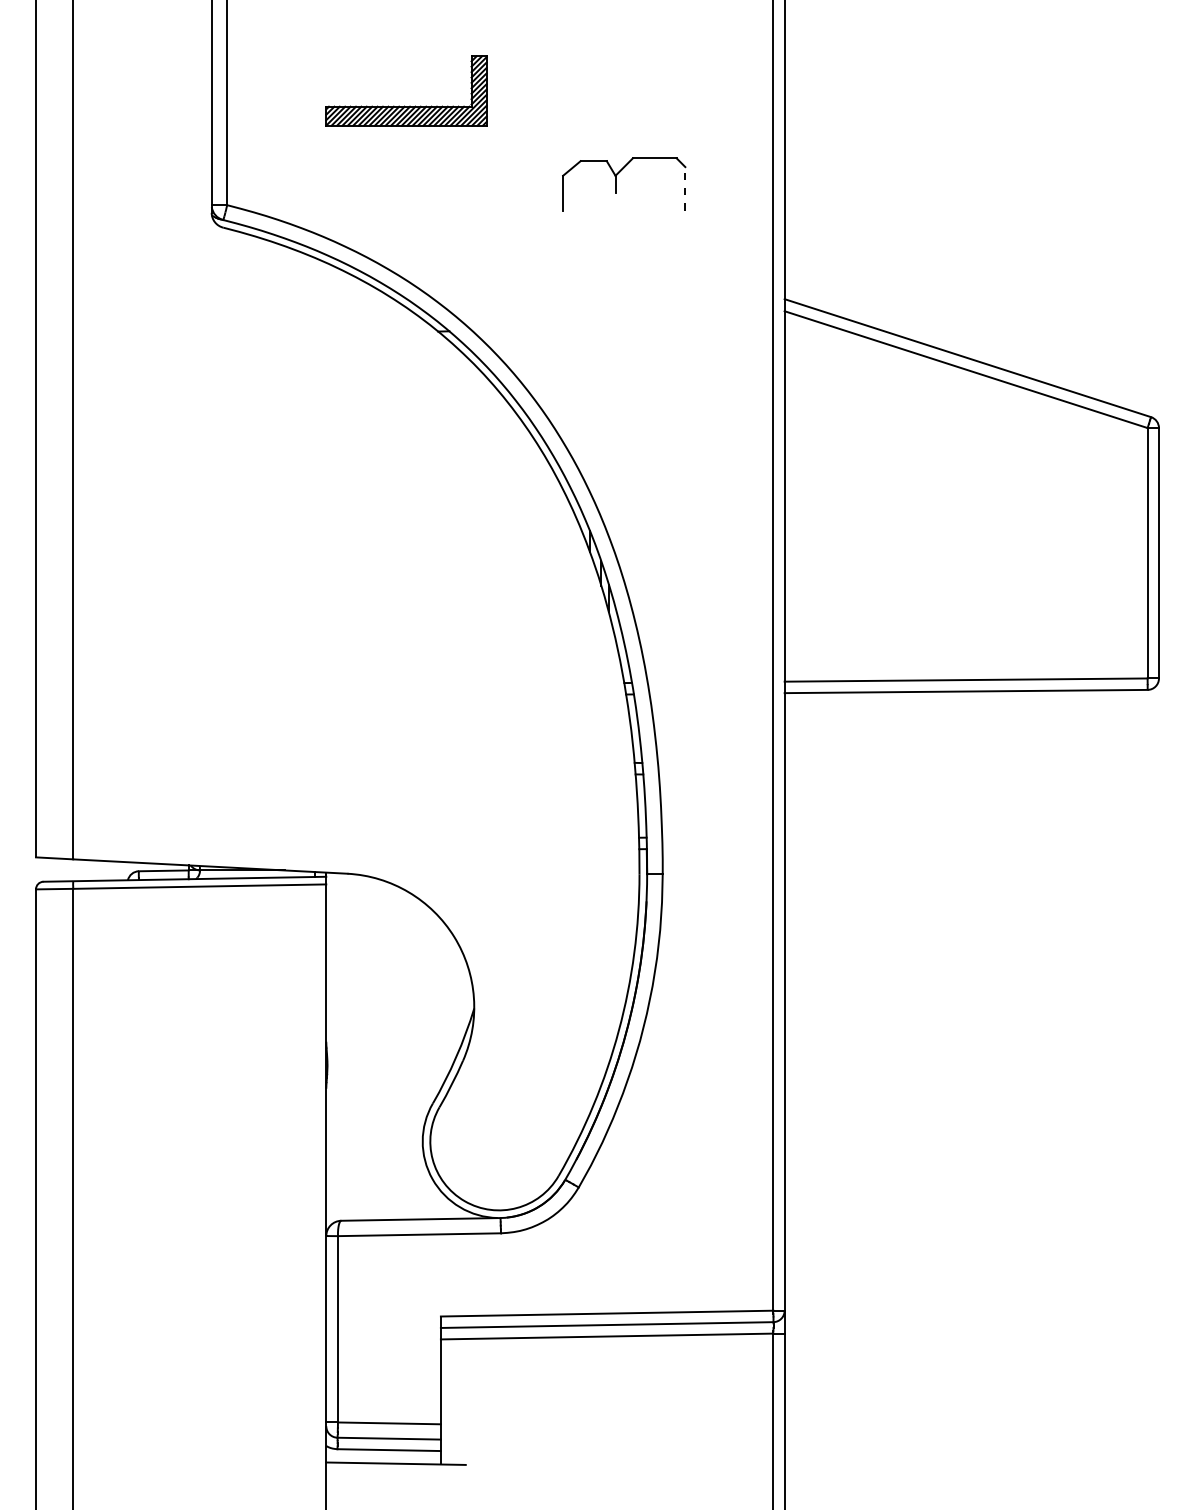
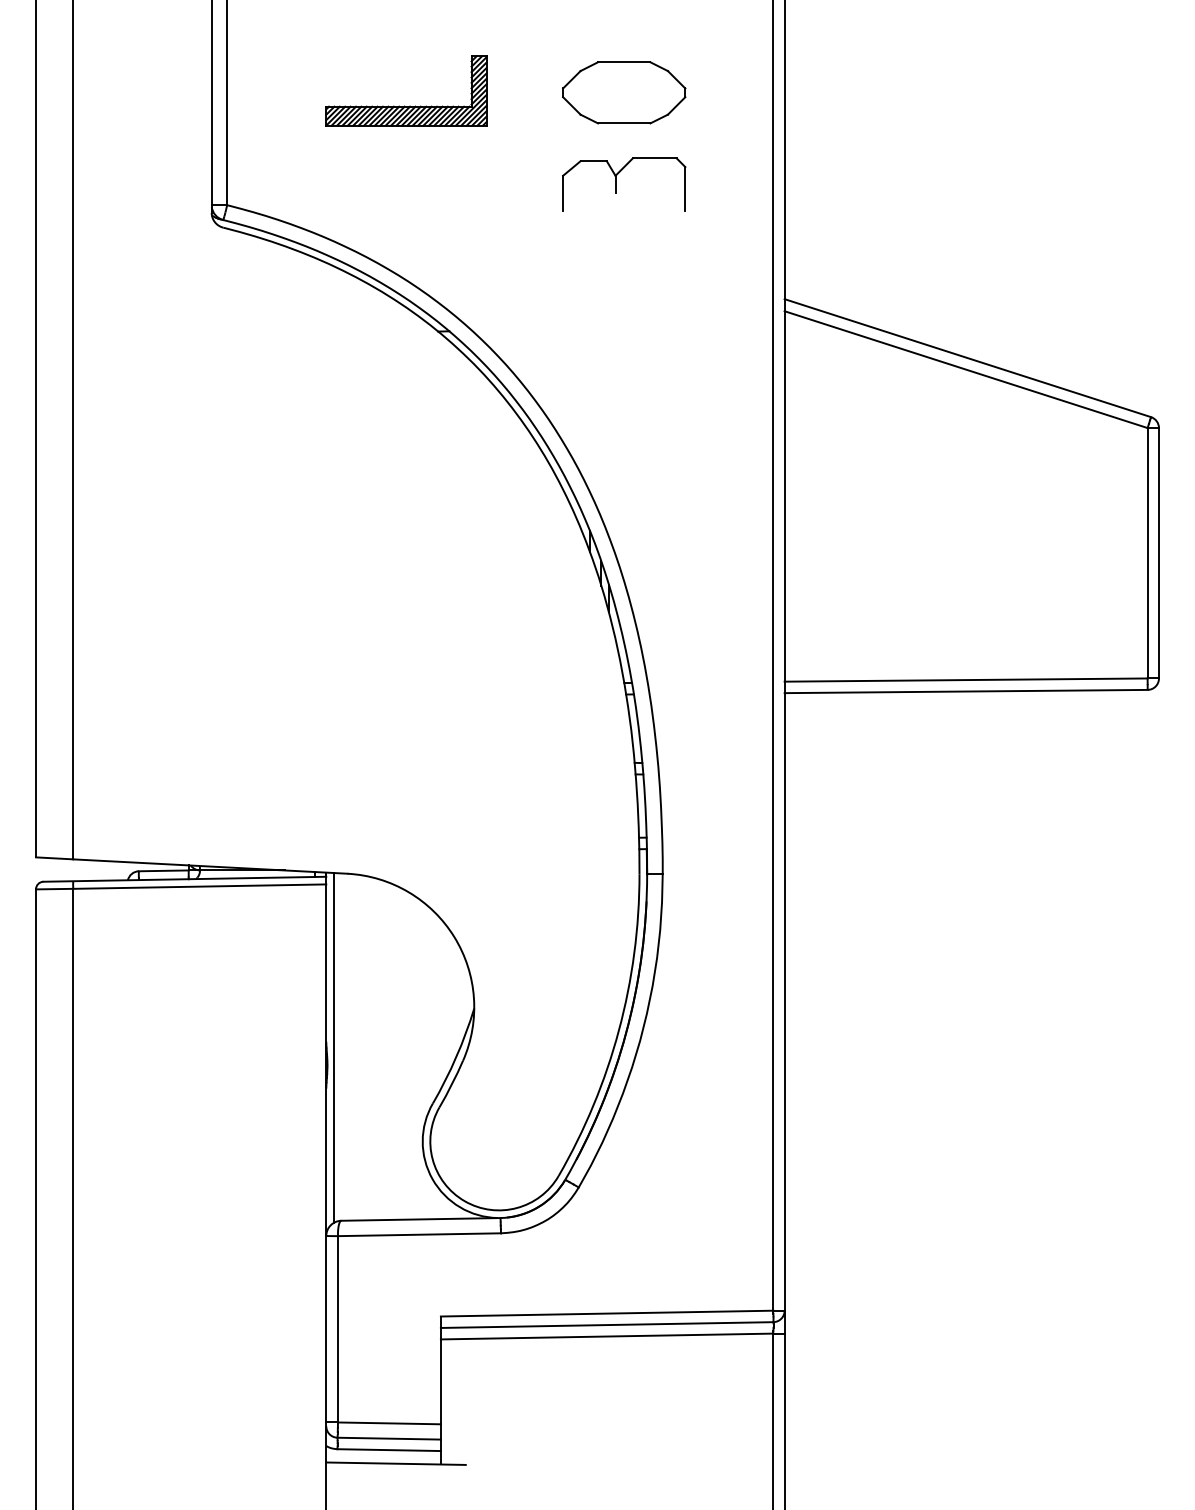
part at (624, 92): none -> present
line at (685, 188): dashed -> solid
line at (333, 1047): none -> present
